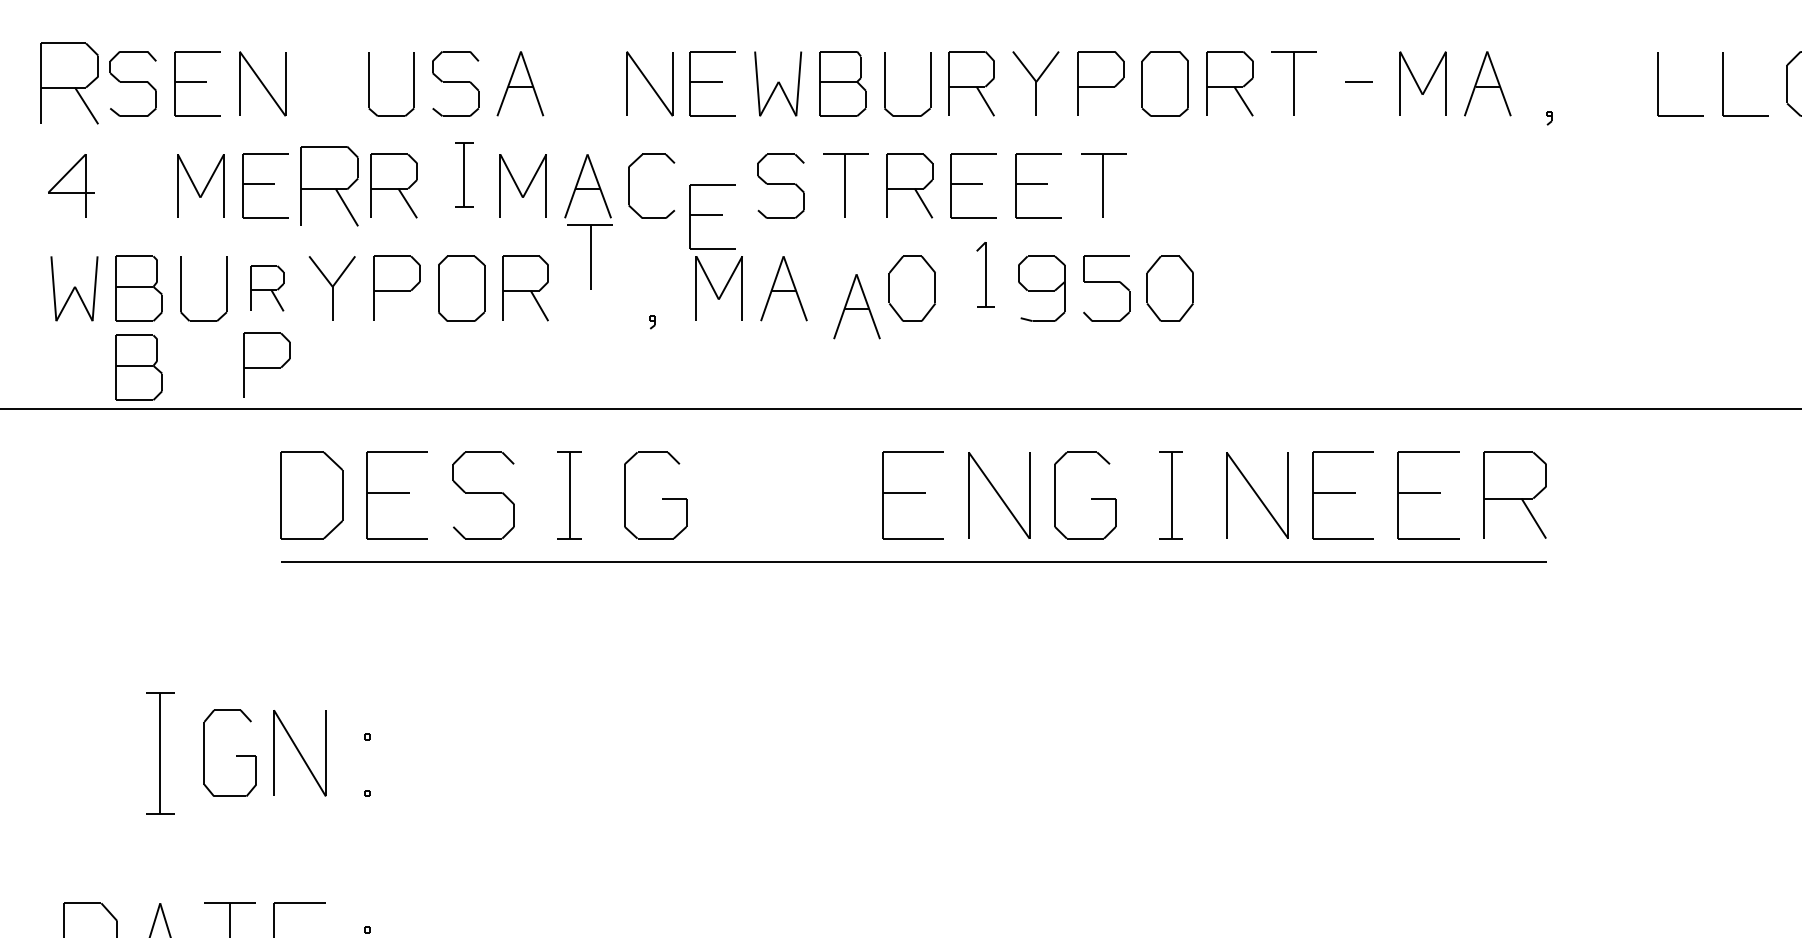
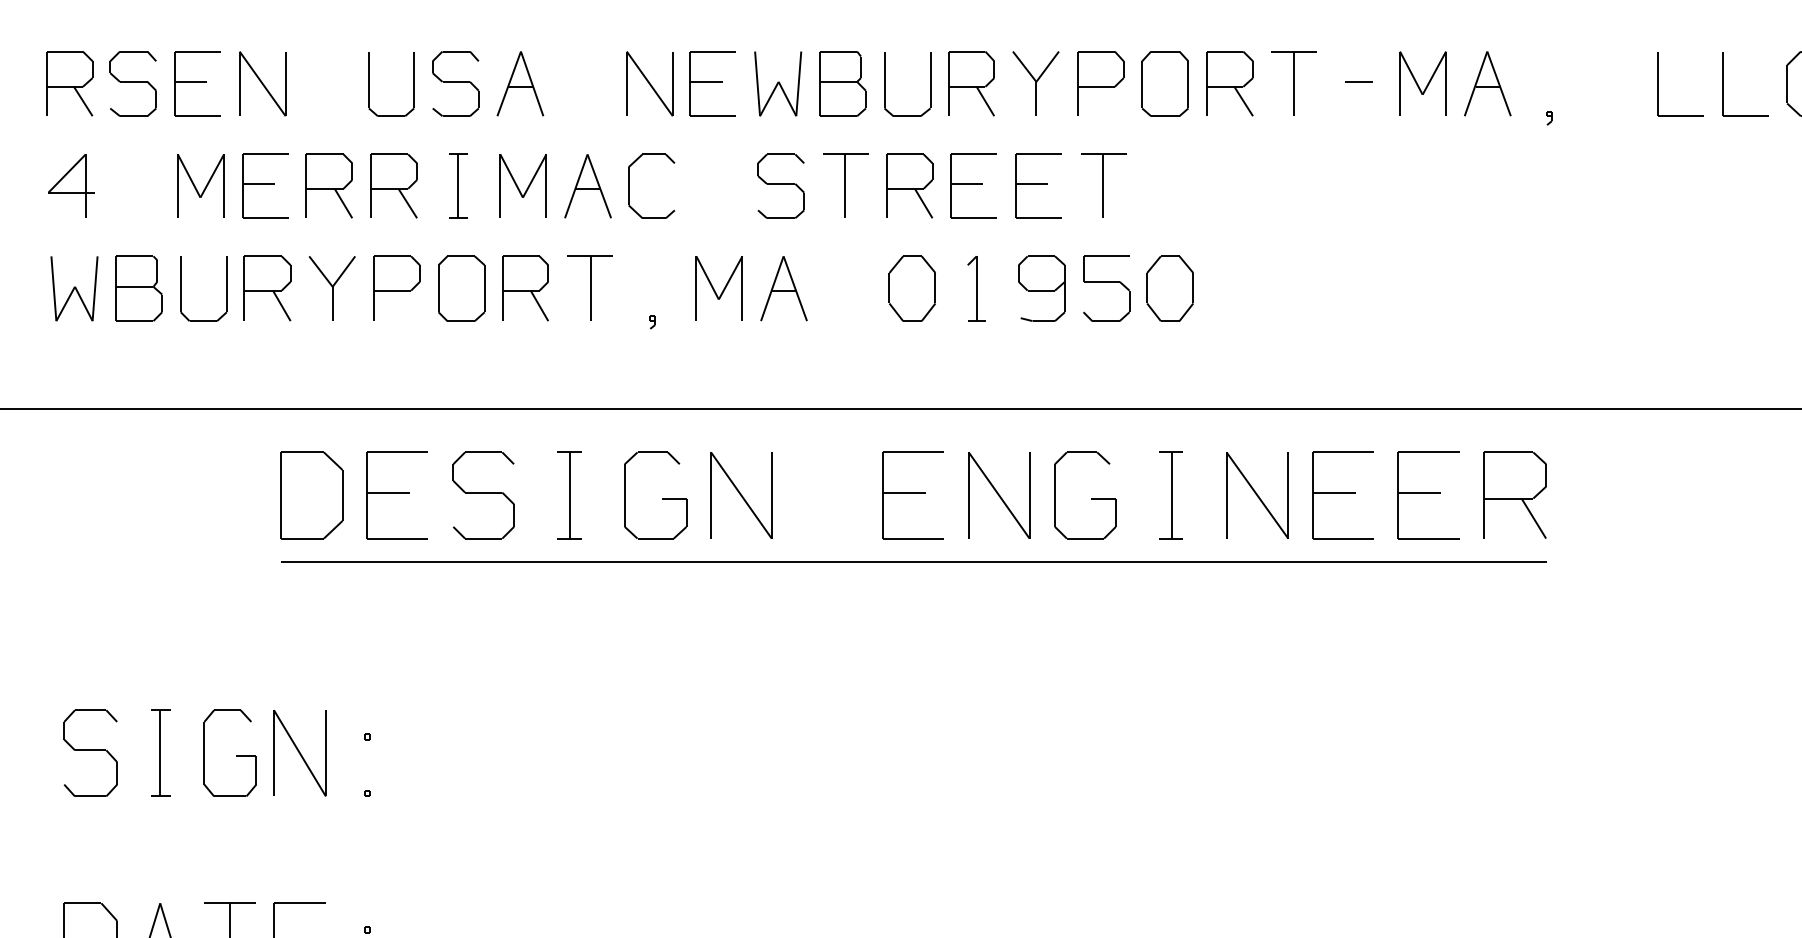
part at (69, 83) size: 59x83 px -> 48x66 px
part at (464, 174) position: (464, 174) -> (458, 185)
part at (329, 186) size: 59x81 px -> 48x66 px
part at (712, 216): present -> none
part at (589, 256) position: (589, 256) -> (589, 287)
part at (985, 274) position: (985, 274) -> (976, 288)
part at (267, 288) size: 35x47 px -> 49x67 px
part at (856, 306): present -> none
part at (266, 364): present -> none
part at (138, 367): present -> none
part at (741, 495): none -> present
part at (90, 752): none -> present
part at (160, 753) size: 29x123 px -> 20x88 px
